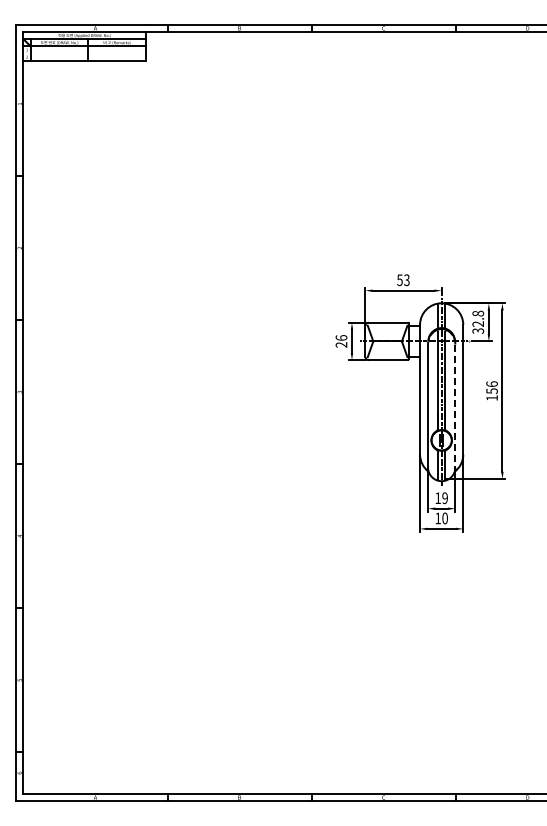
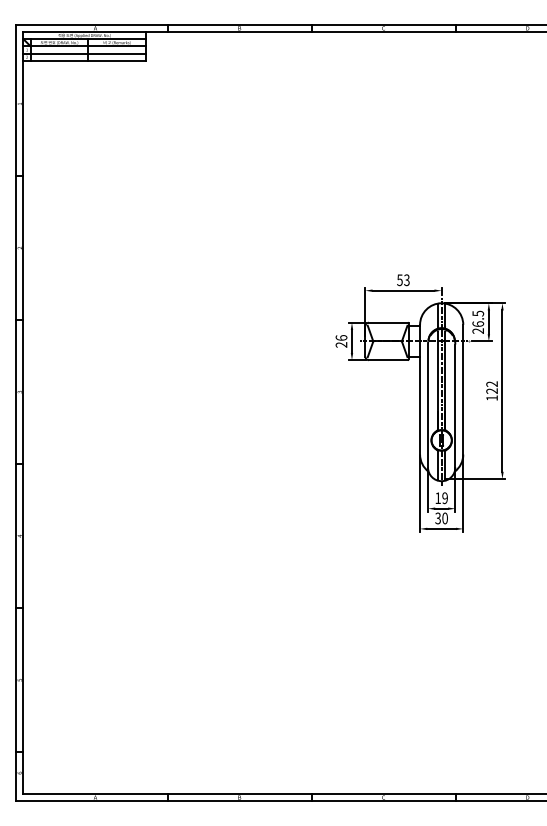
line at (84, 53): none -> present
text at (478, 321): 32.8 -> 26.5
text at (491, 387): 156 -> 122
line at (455, 406): dashed -> solid
text at (437, 518): 10 -> 30
